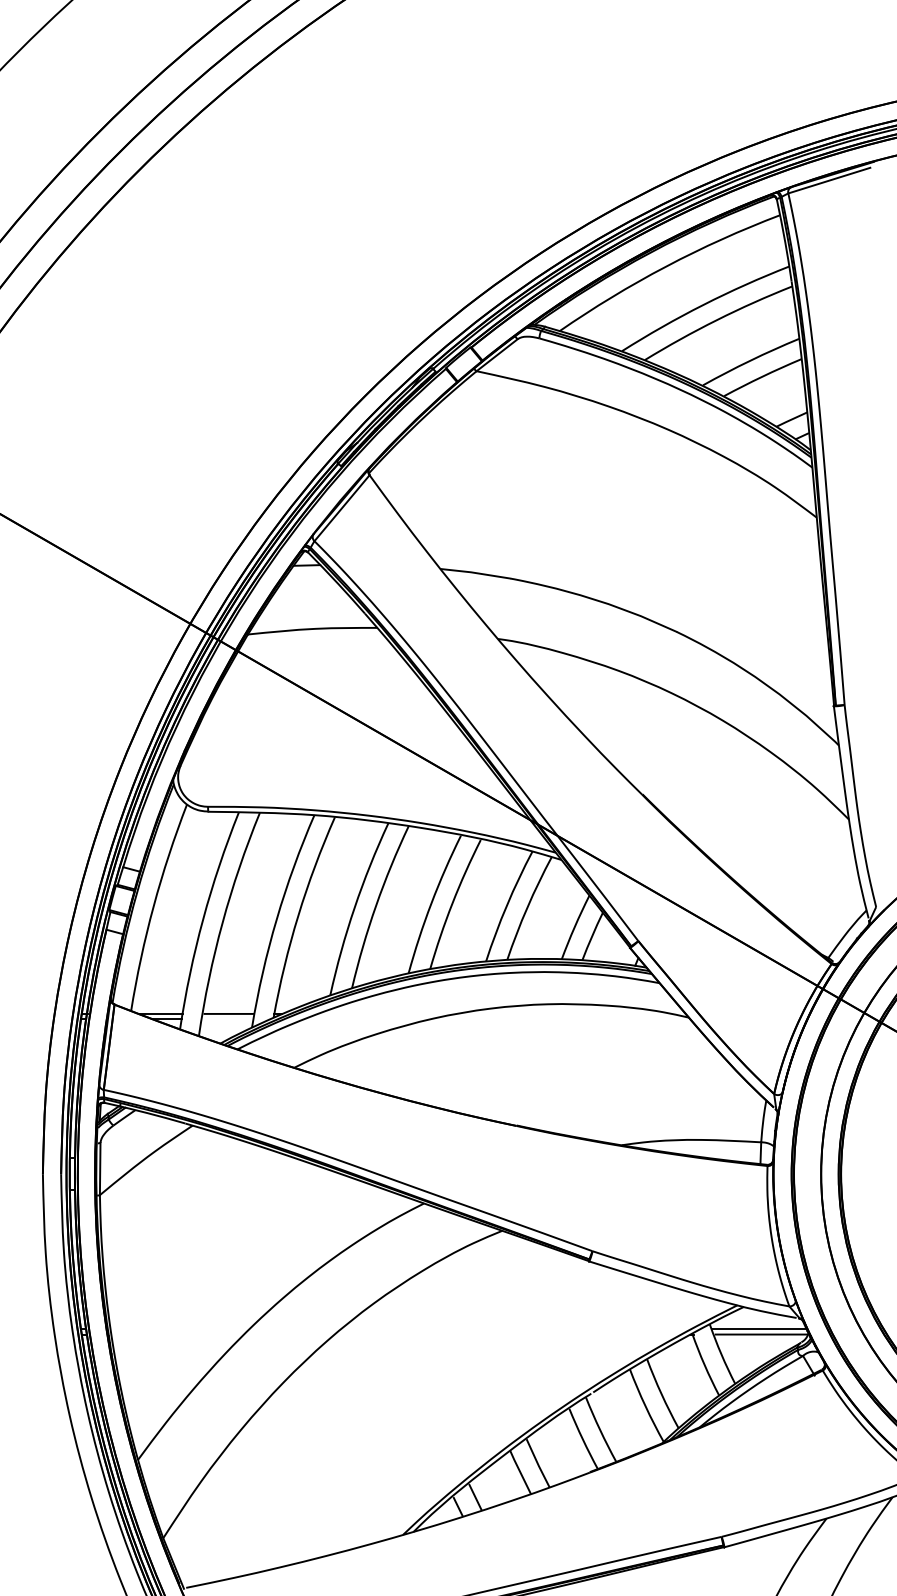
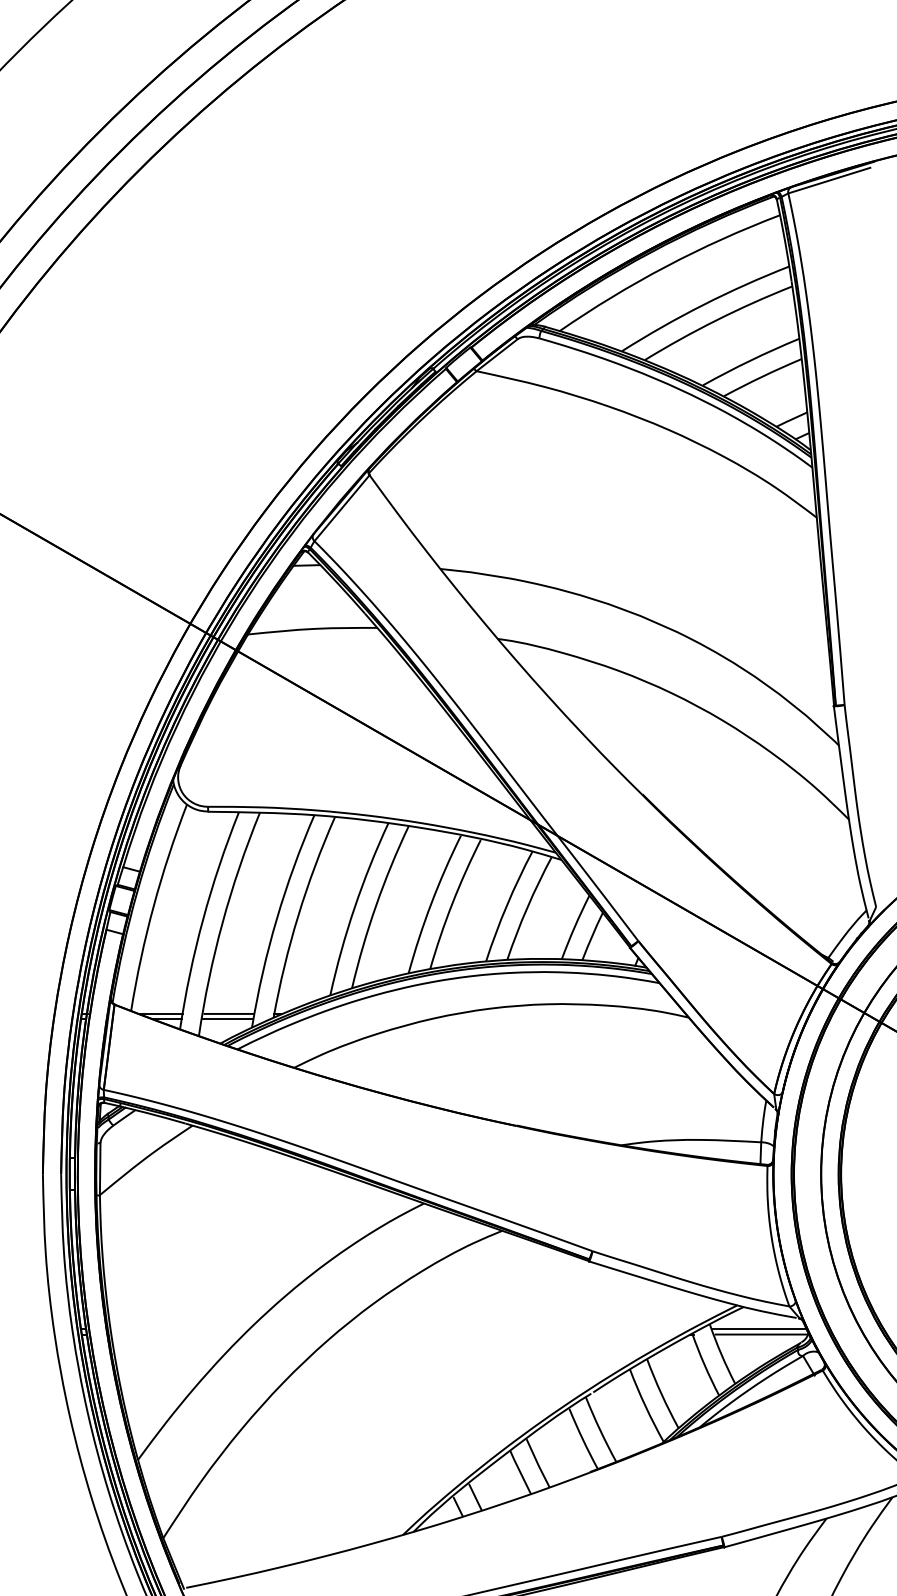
line at (227, 1019): none -> present
